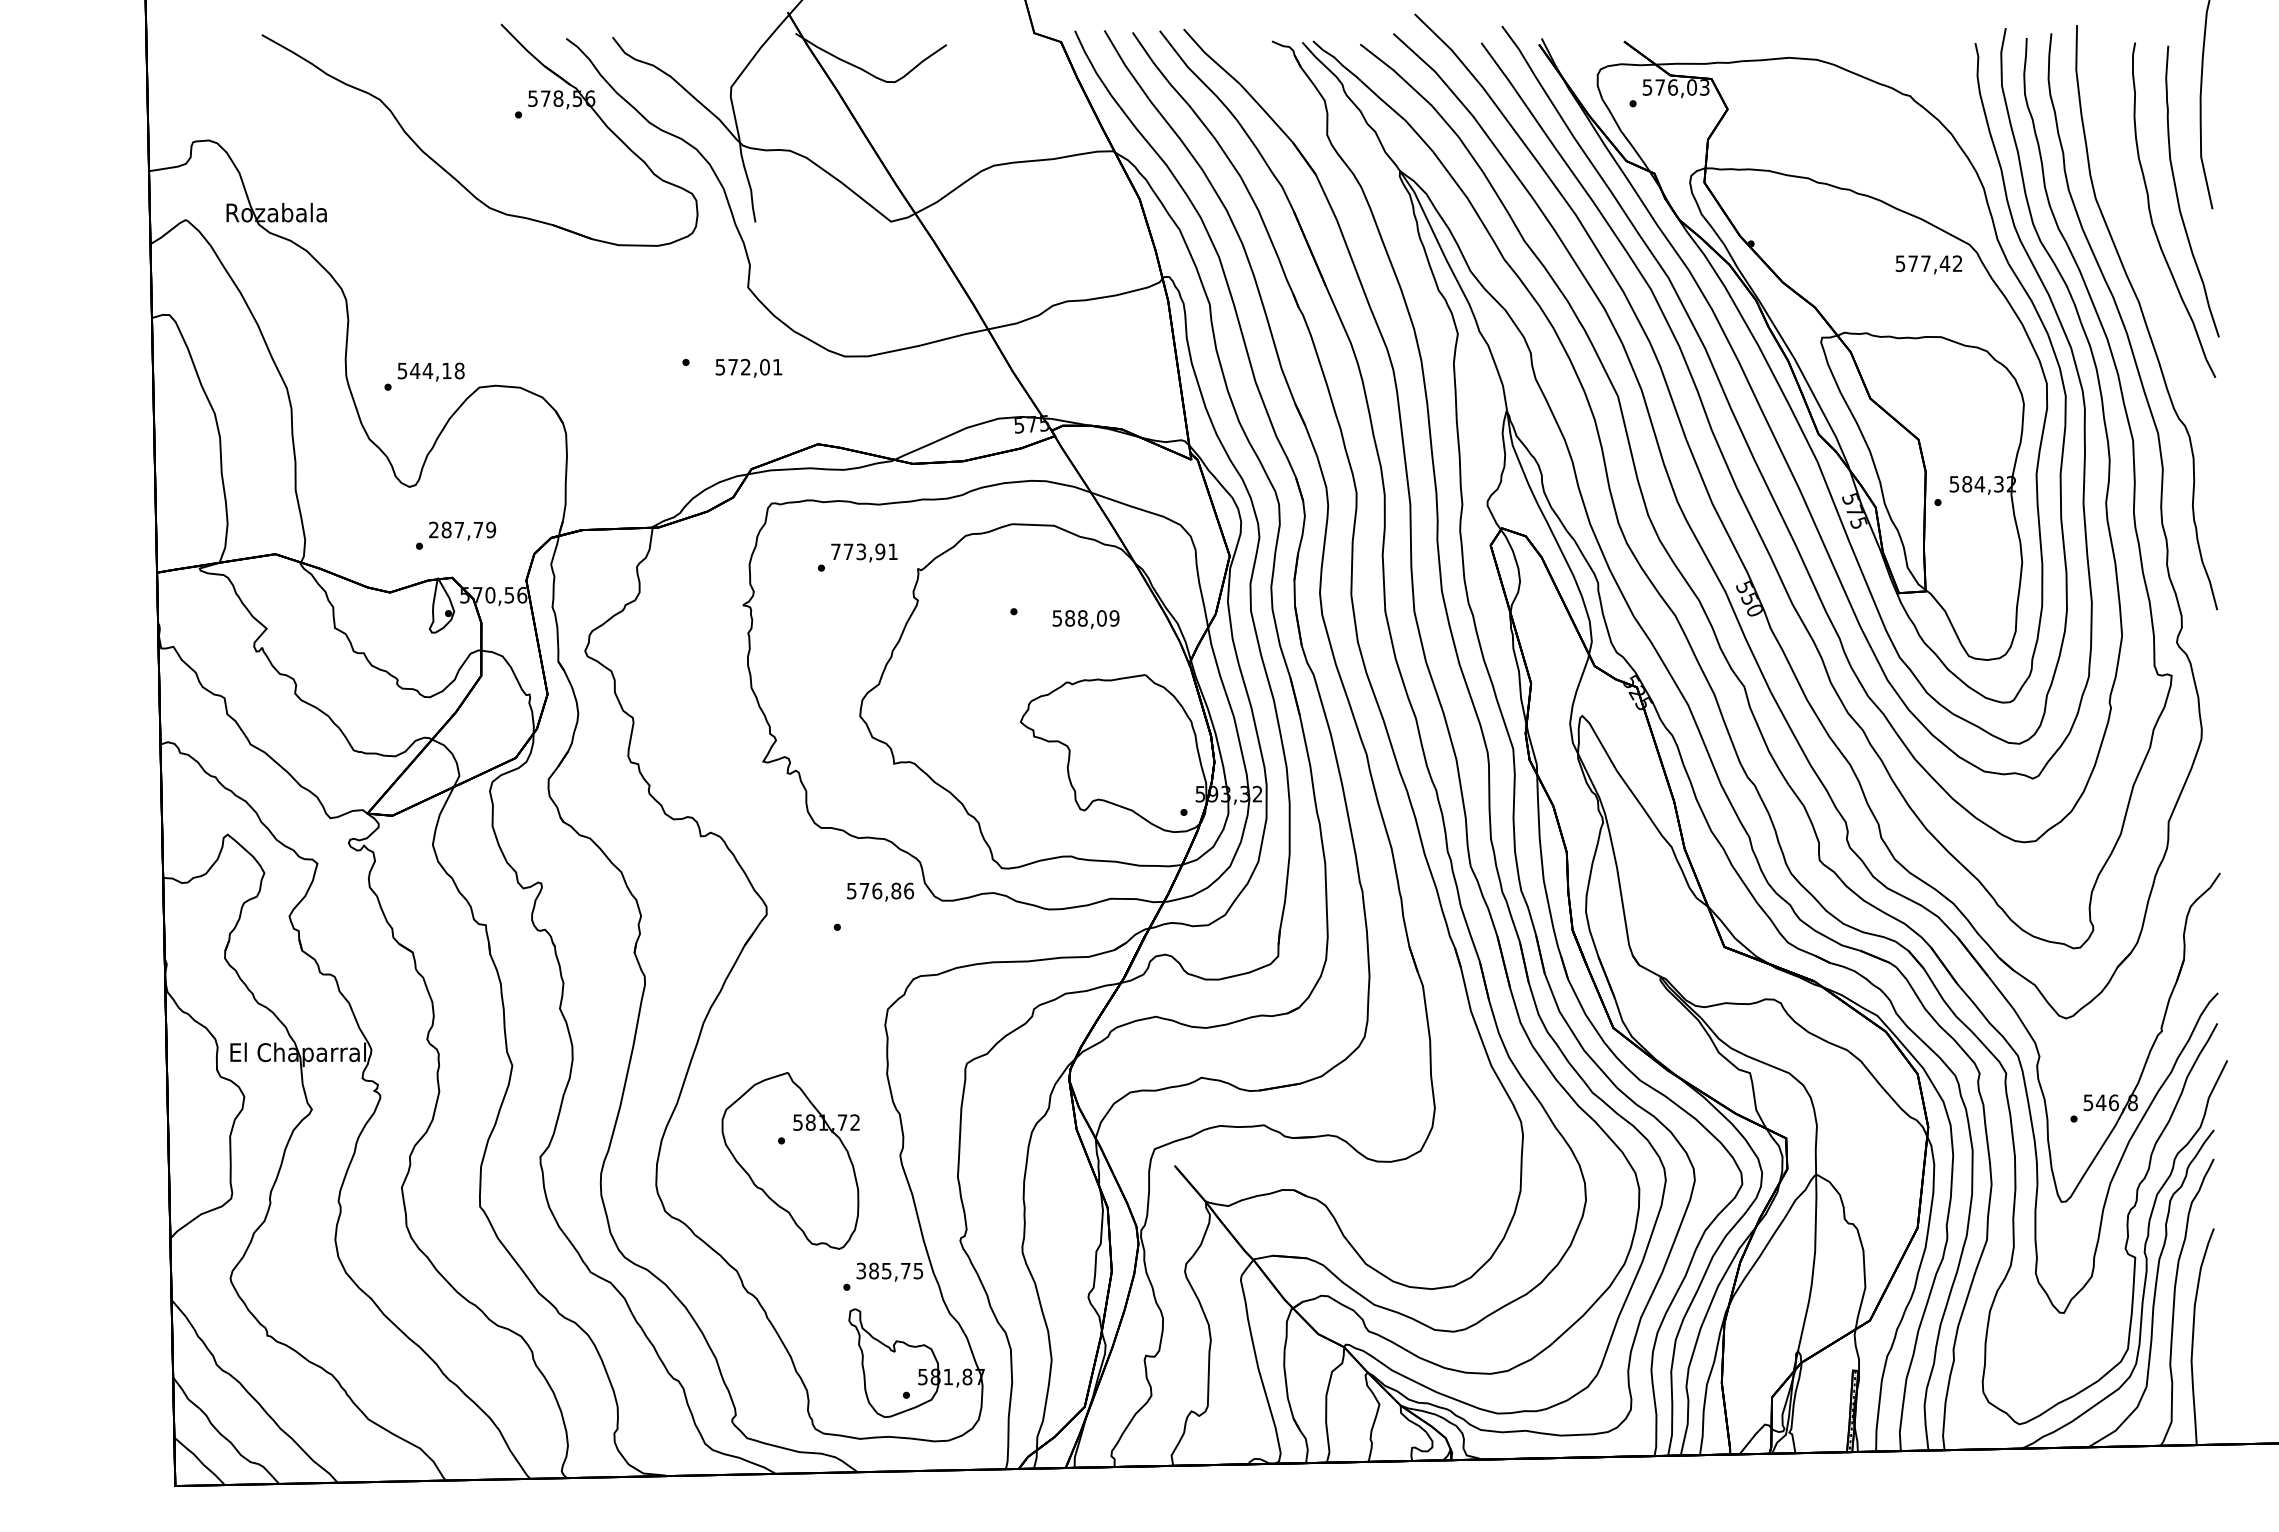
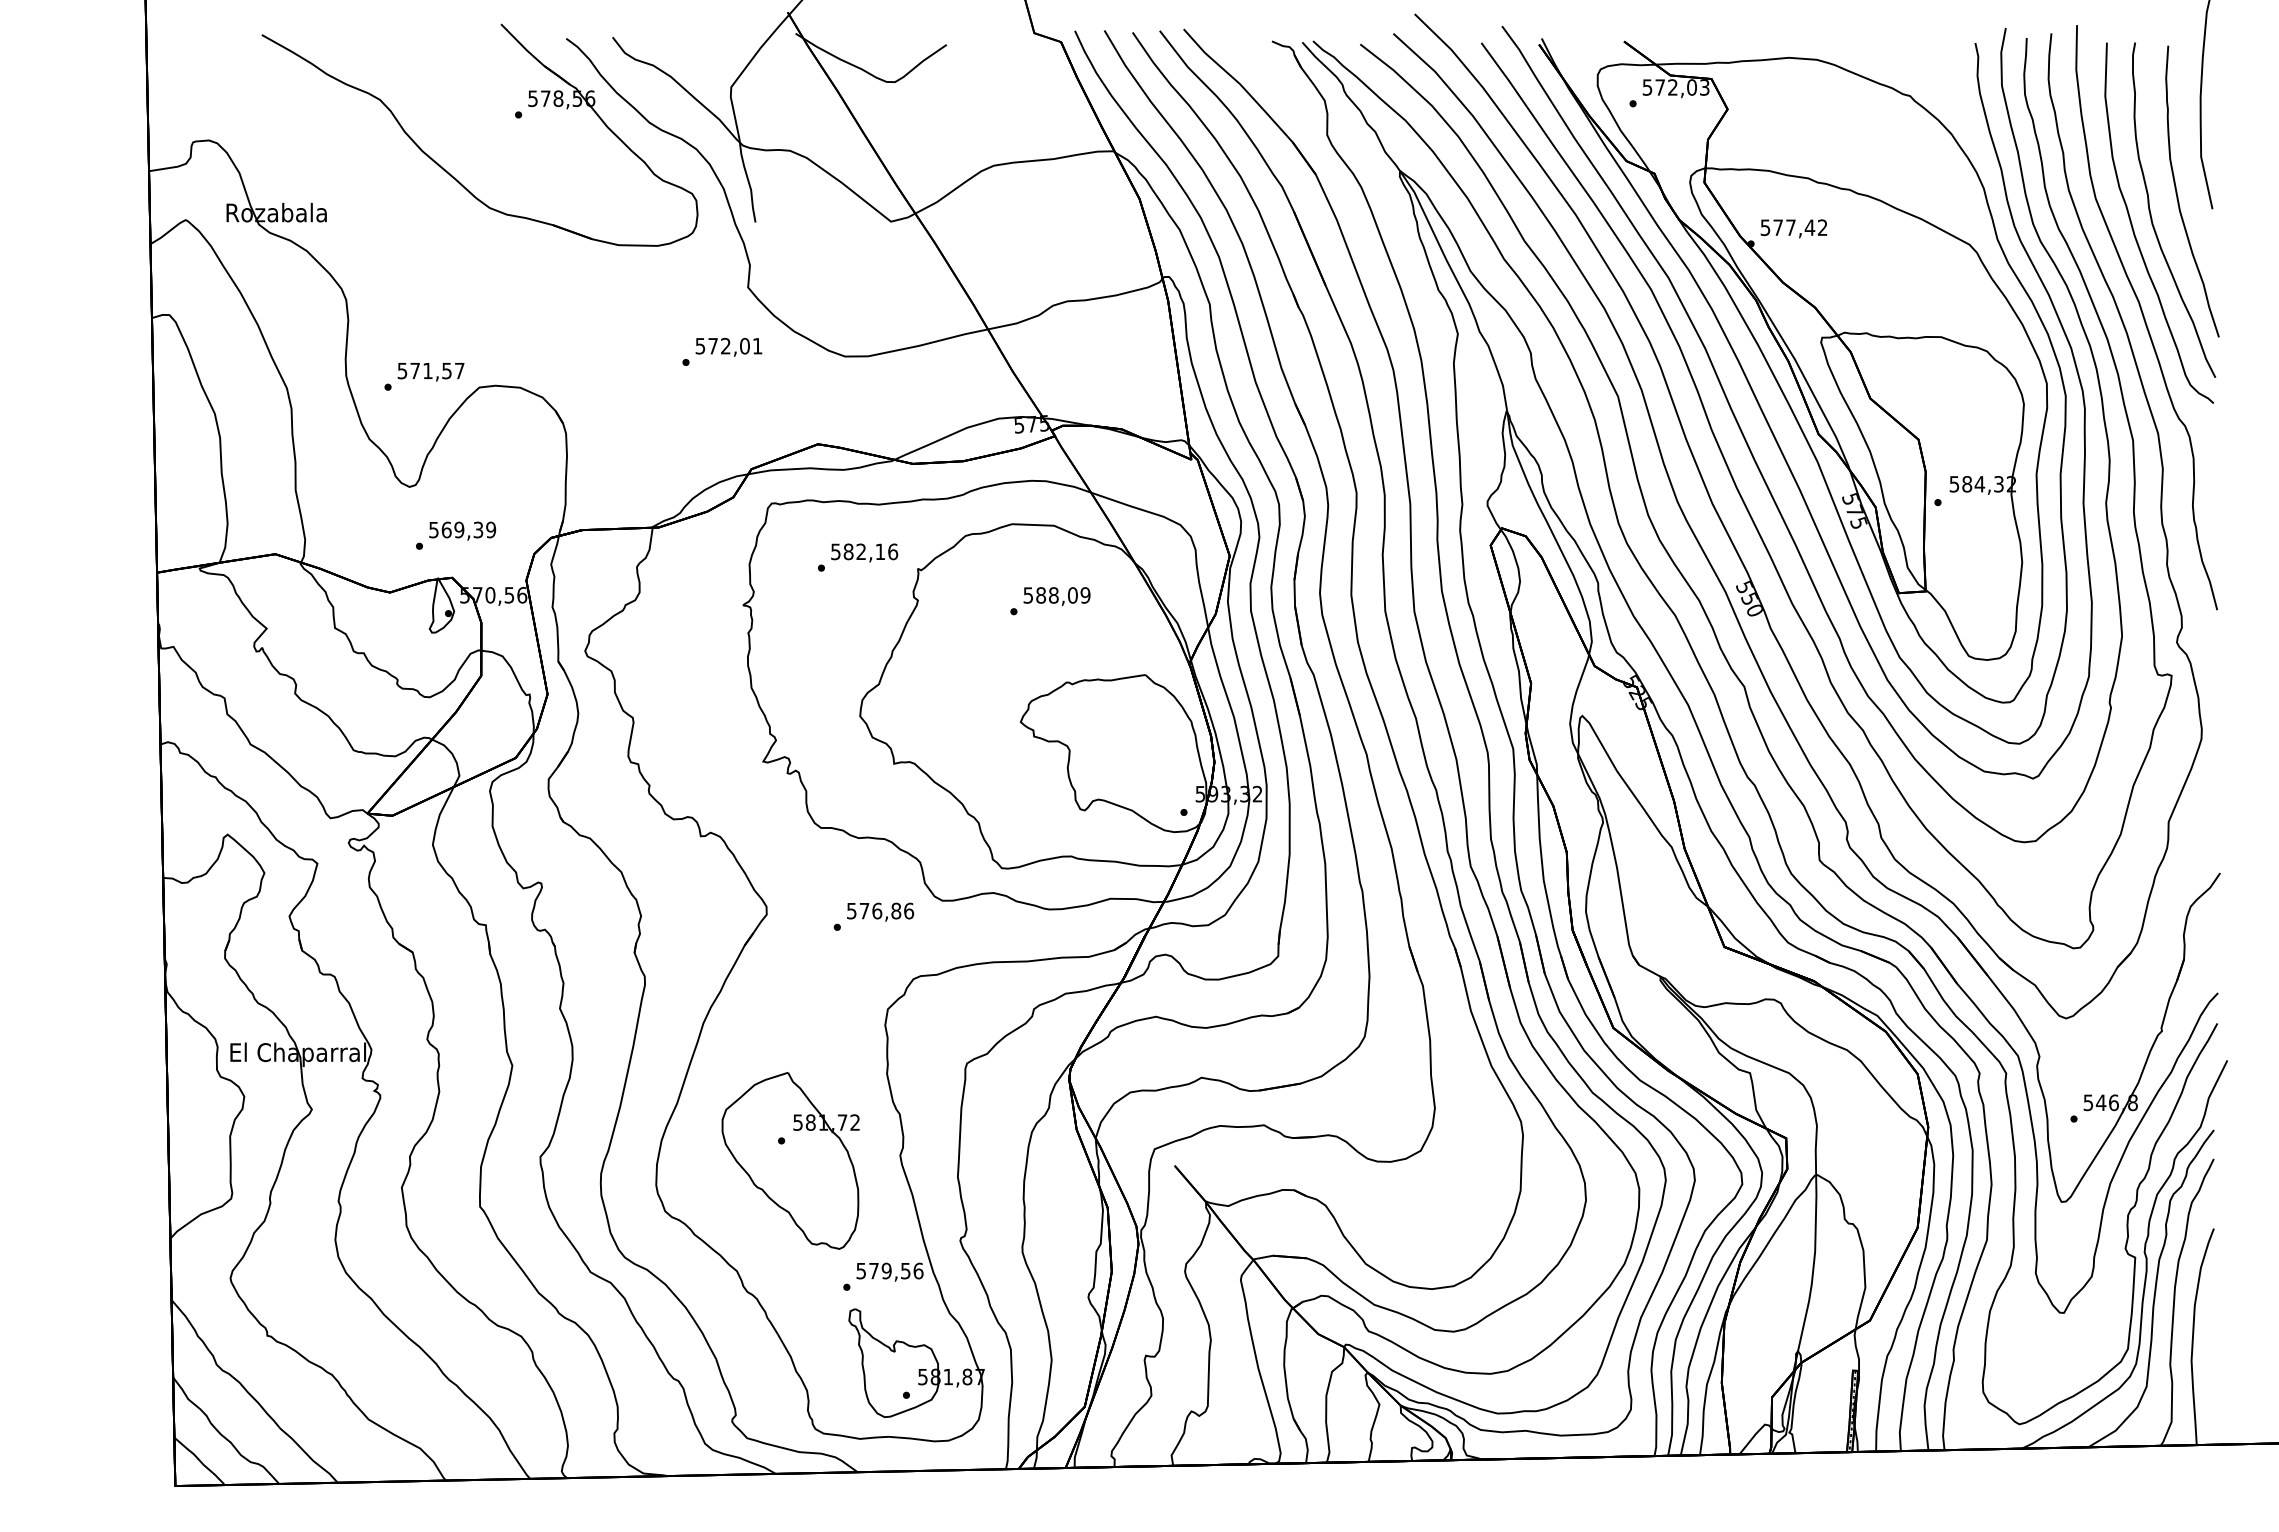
text at (1673, 87): 576,03 -> 572,03
curve at (2134, 230): none -> present
text at (1928, 264) position: (1928, 264) -> (1793, 228)
text at (748, 367) position: (748, 367) -> (728, 346)
text at (437, 370): 544,18 -> 571,57
text at (456, 529): 287,79 -> 569,39
text at (864, 551): 773,91 -> 582,16
text at (1085, 619) position: (1085, 619) -> (1056, 596)
text at (880, 891) position: (880, 891) -> (880, 911)
text at (890, 1270): 385,75 -> 579,56
